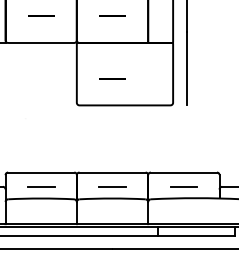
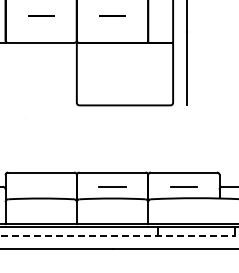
line at (112, 78): present -> none
line at (40, 186): present -> none
line at (118, 235): solid -> dashed
